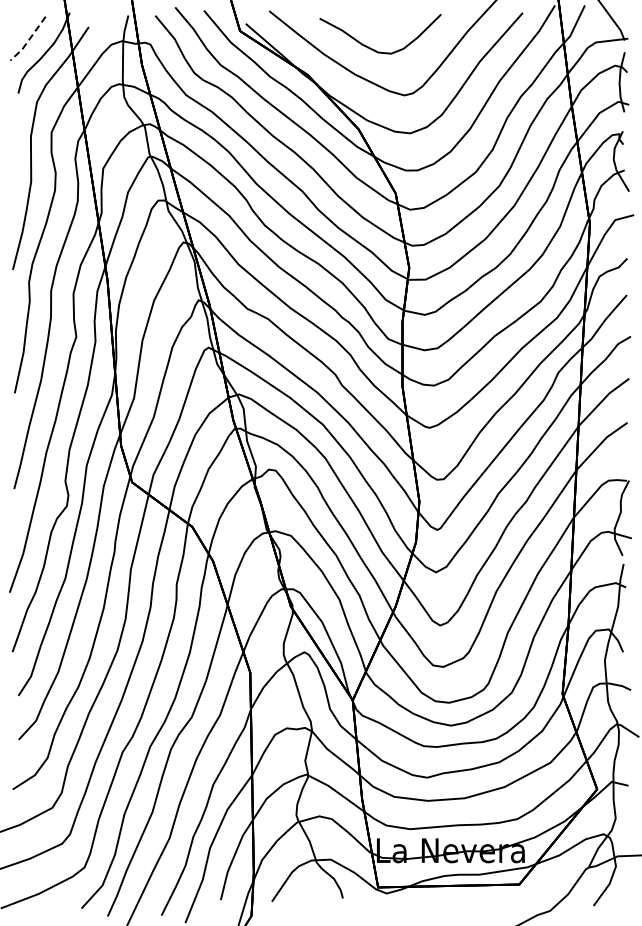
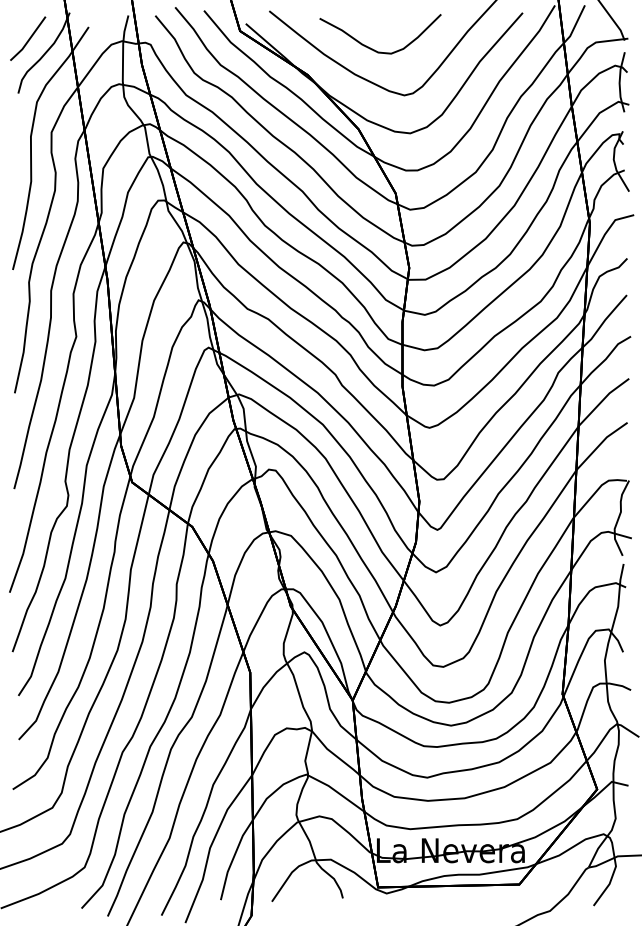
line at (28, 40): dashed -> solid
